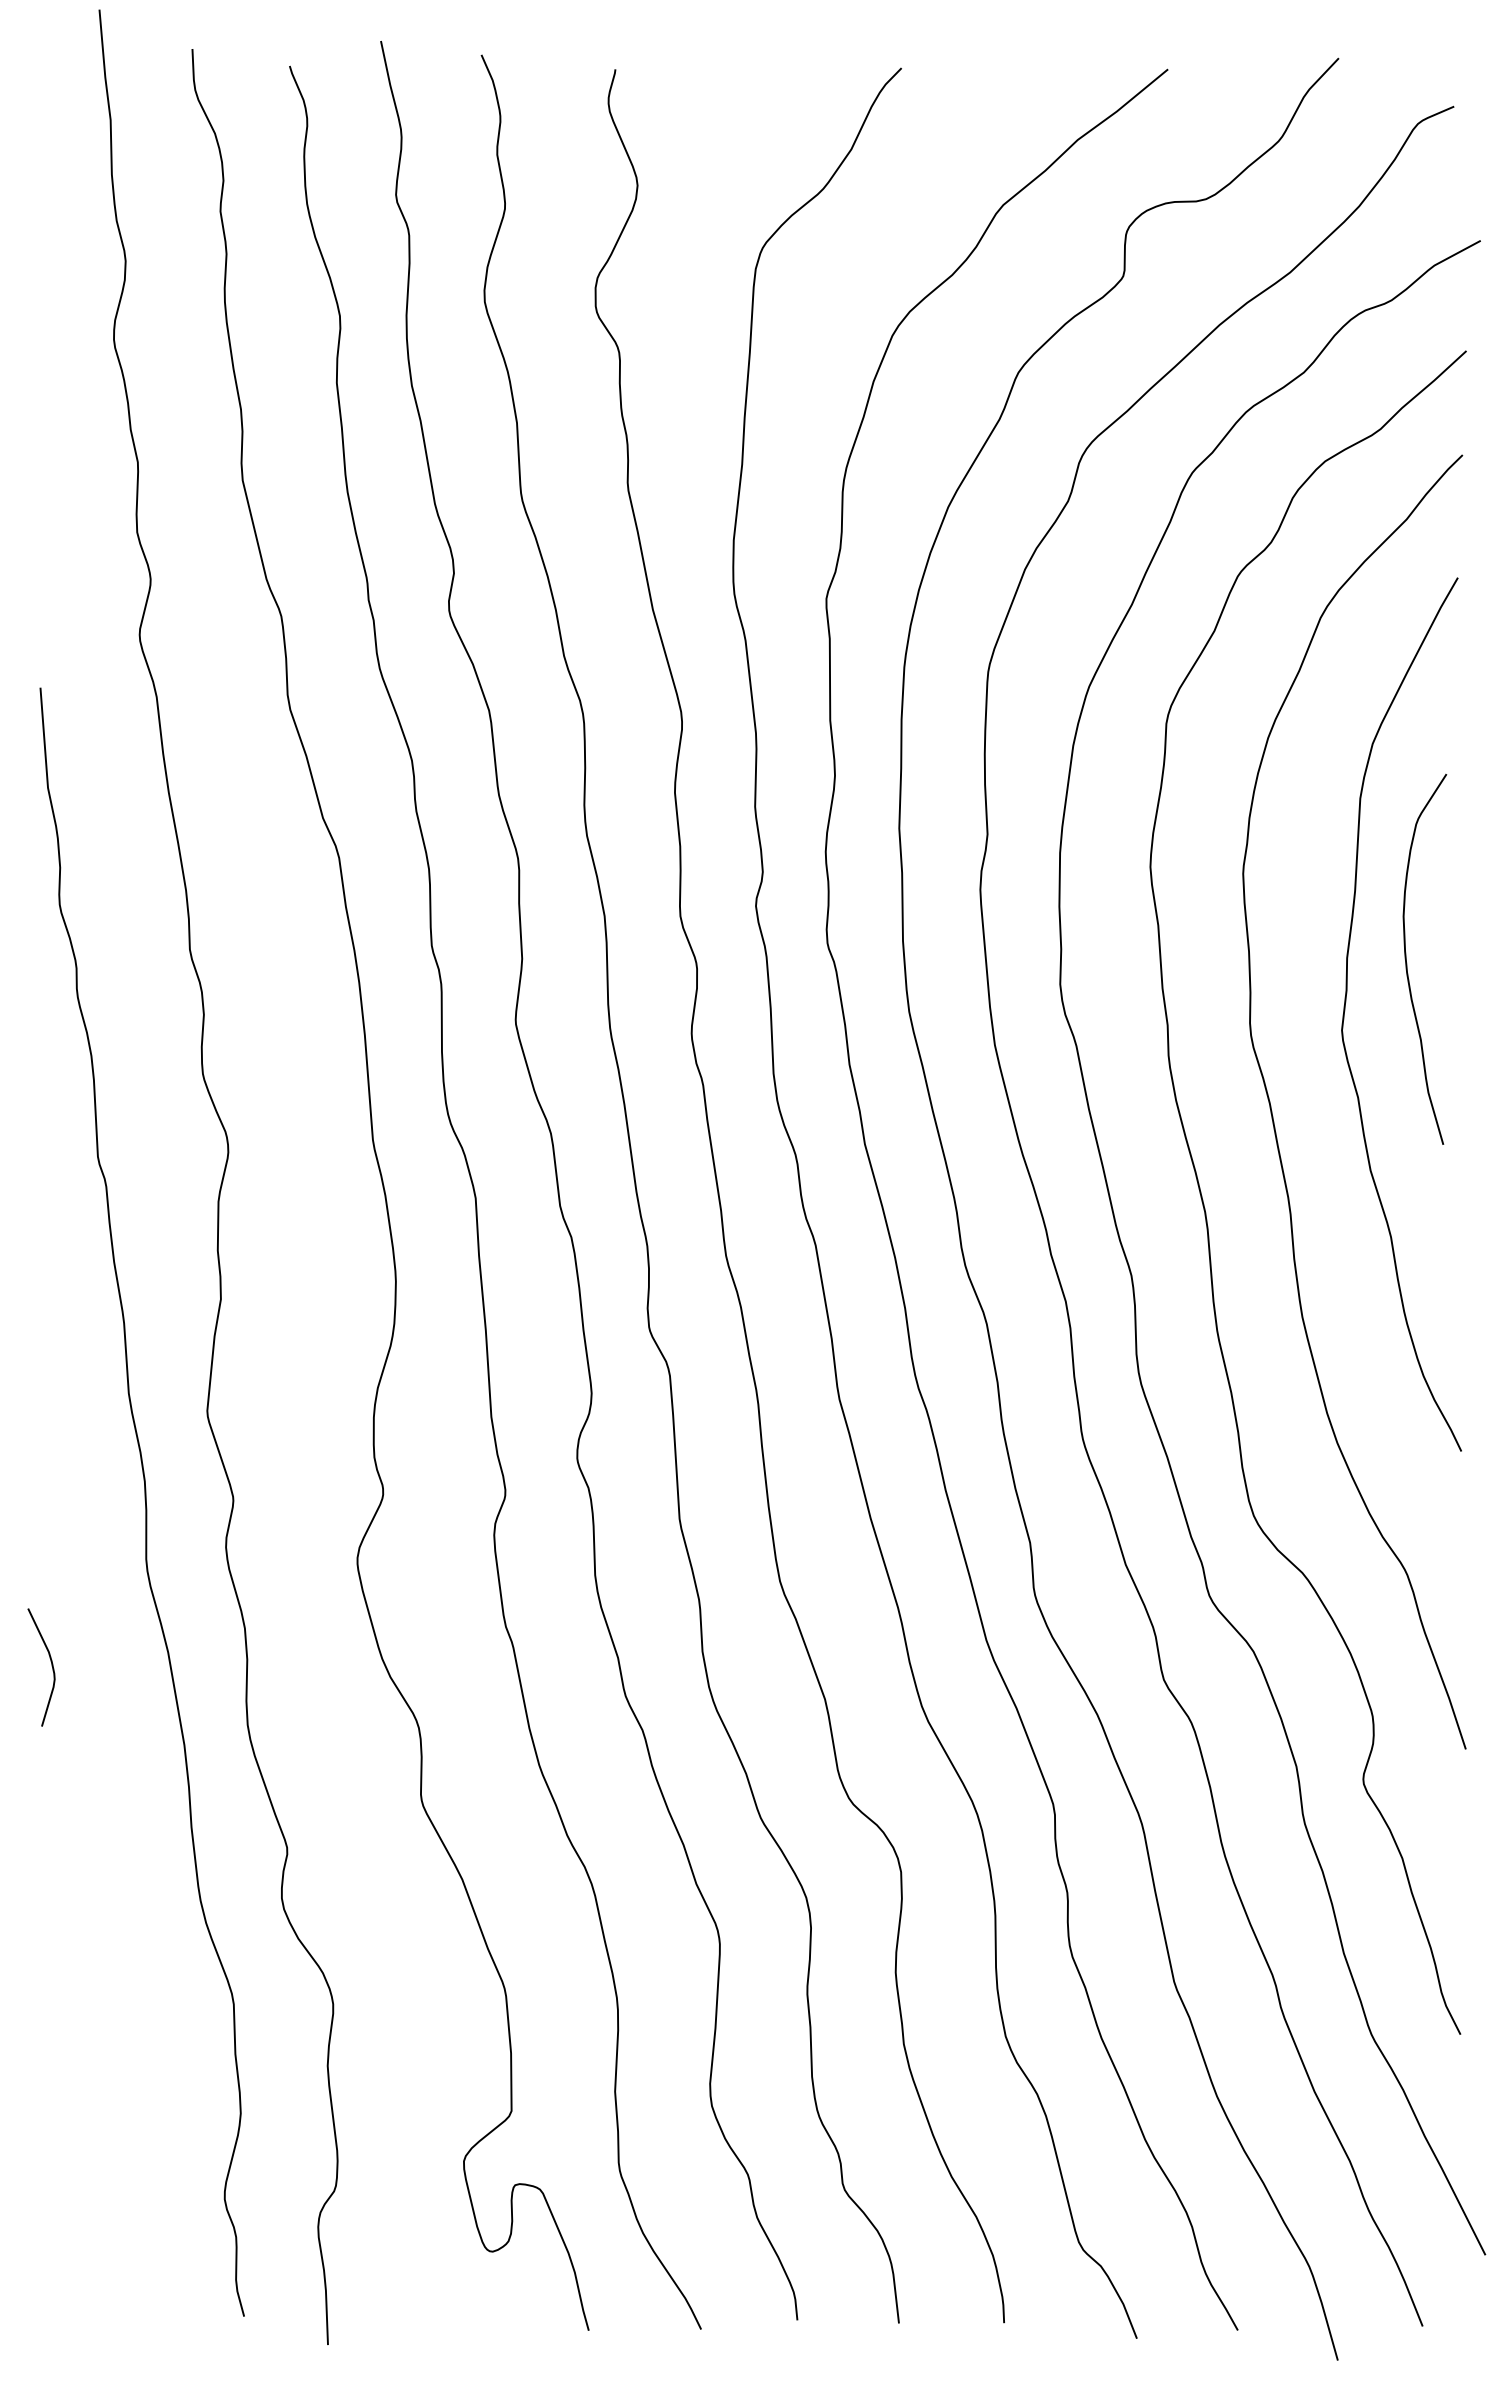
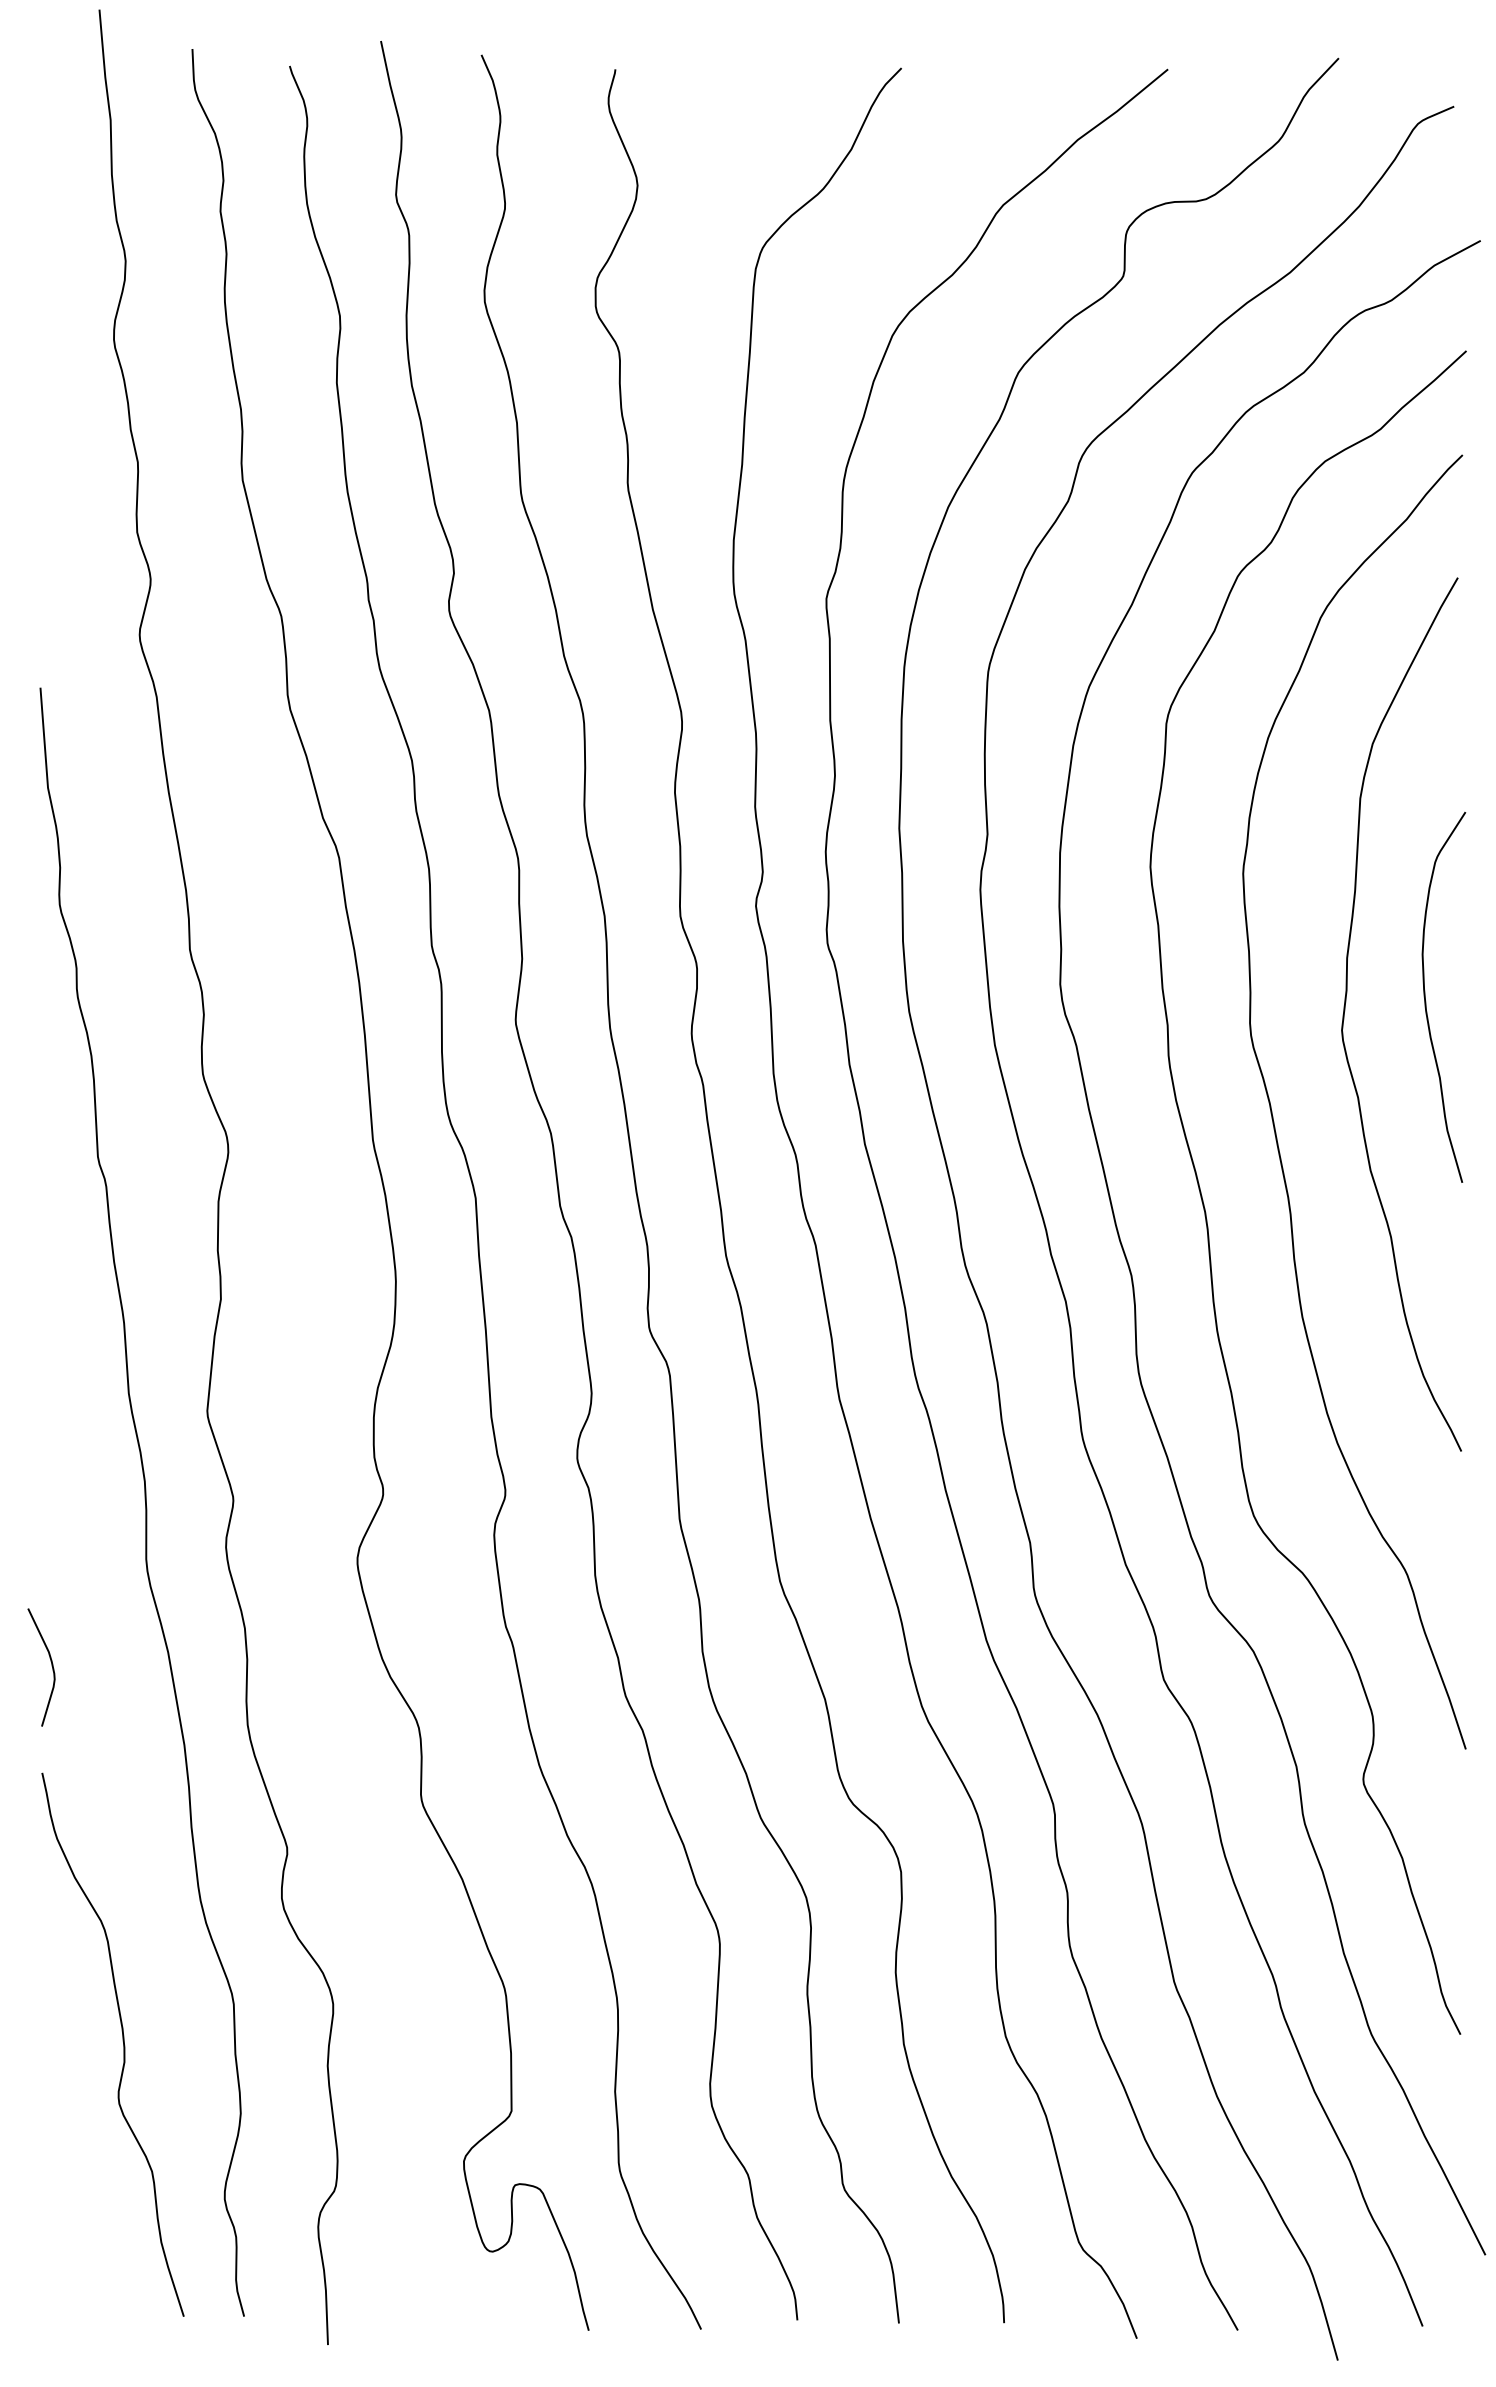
curve at (1407, 963) position: (1407, 963) -> (1426, 1001)
curve at (122, 2041): none -> present
